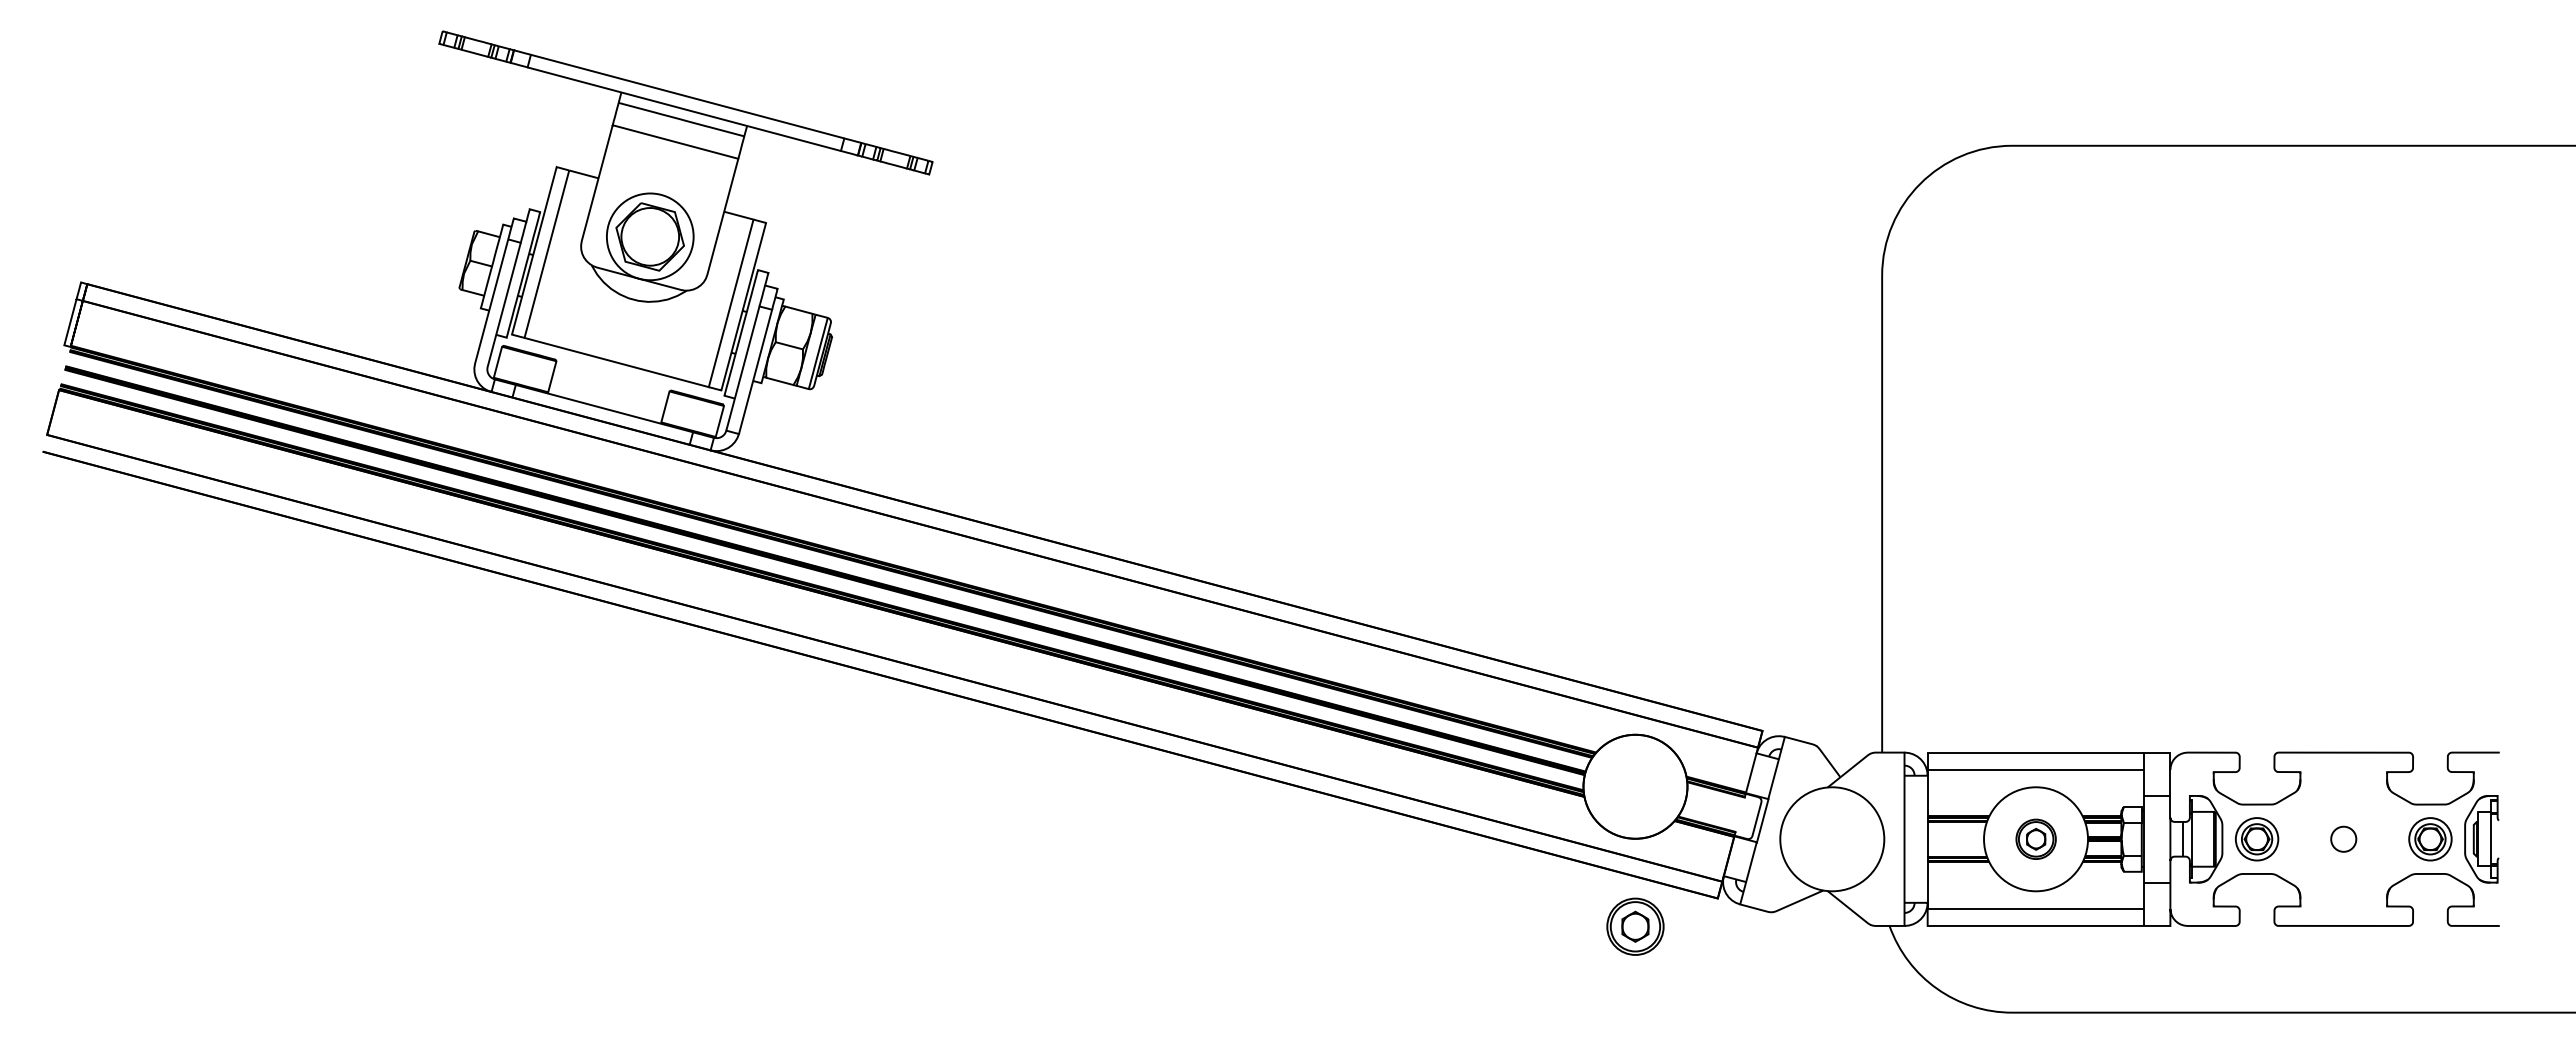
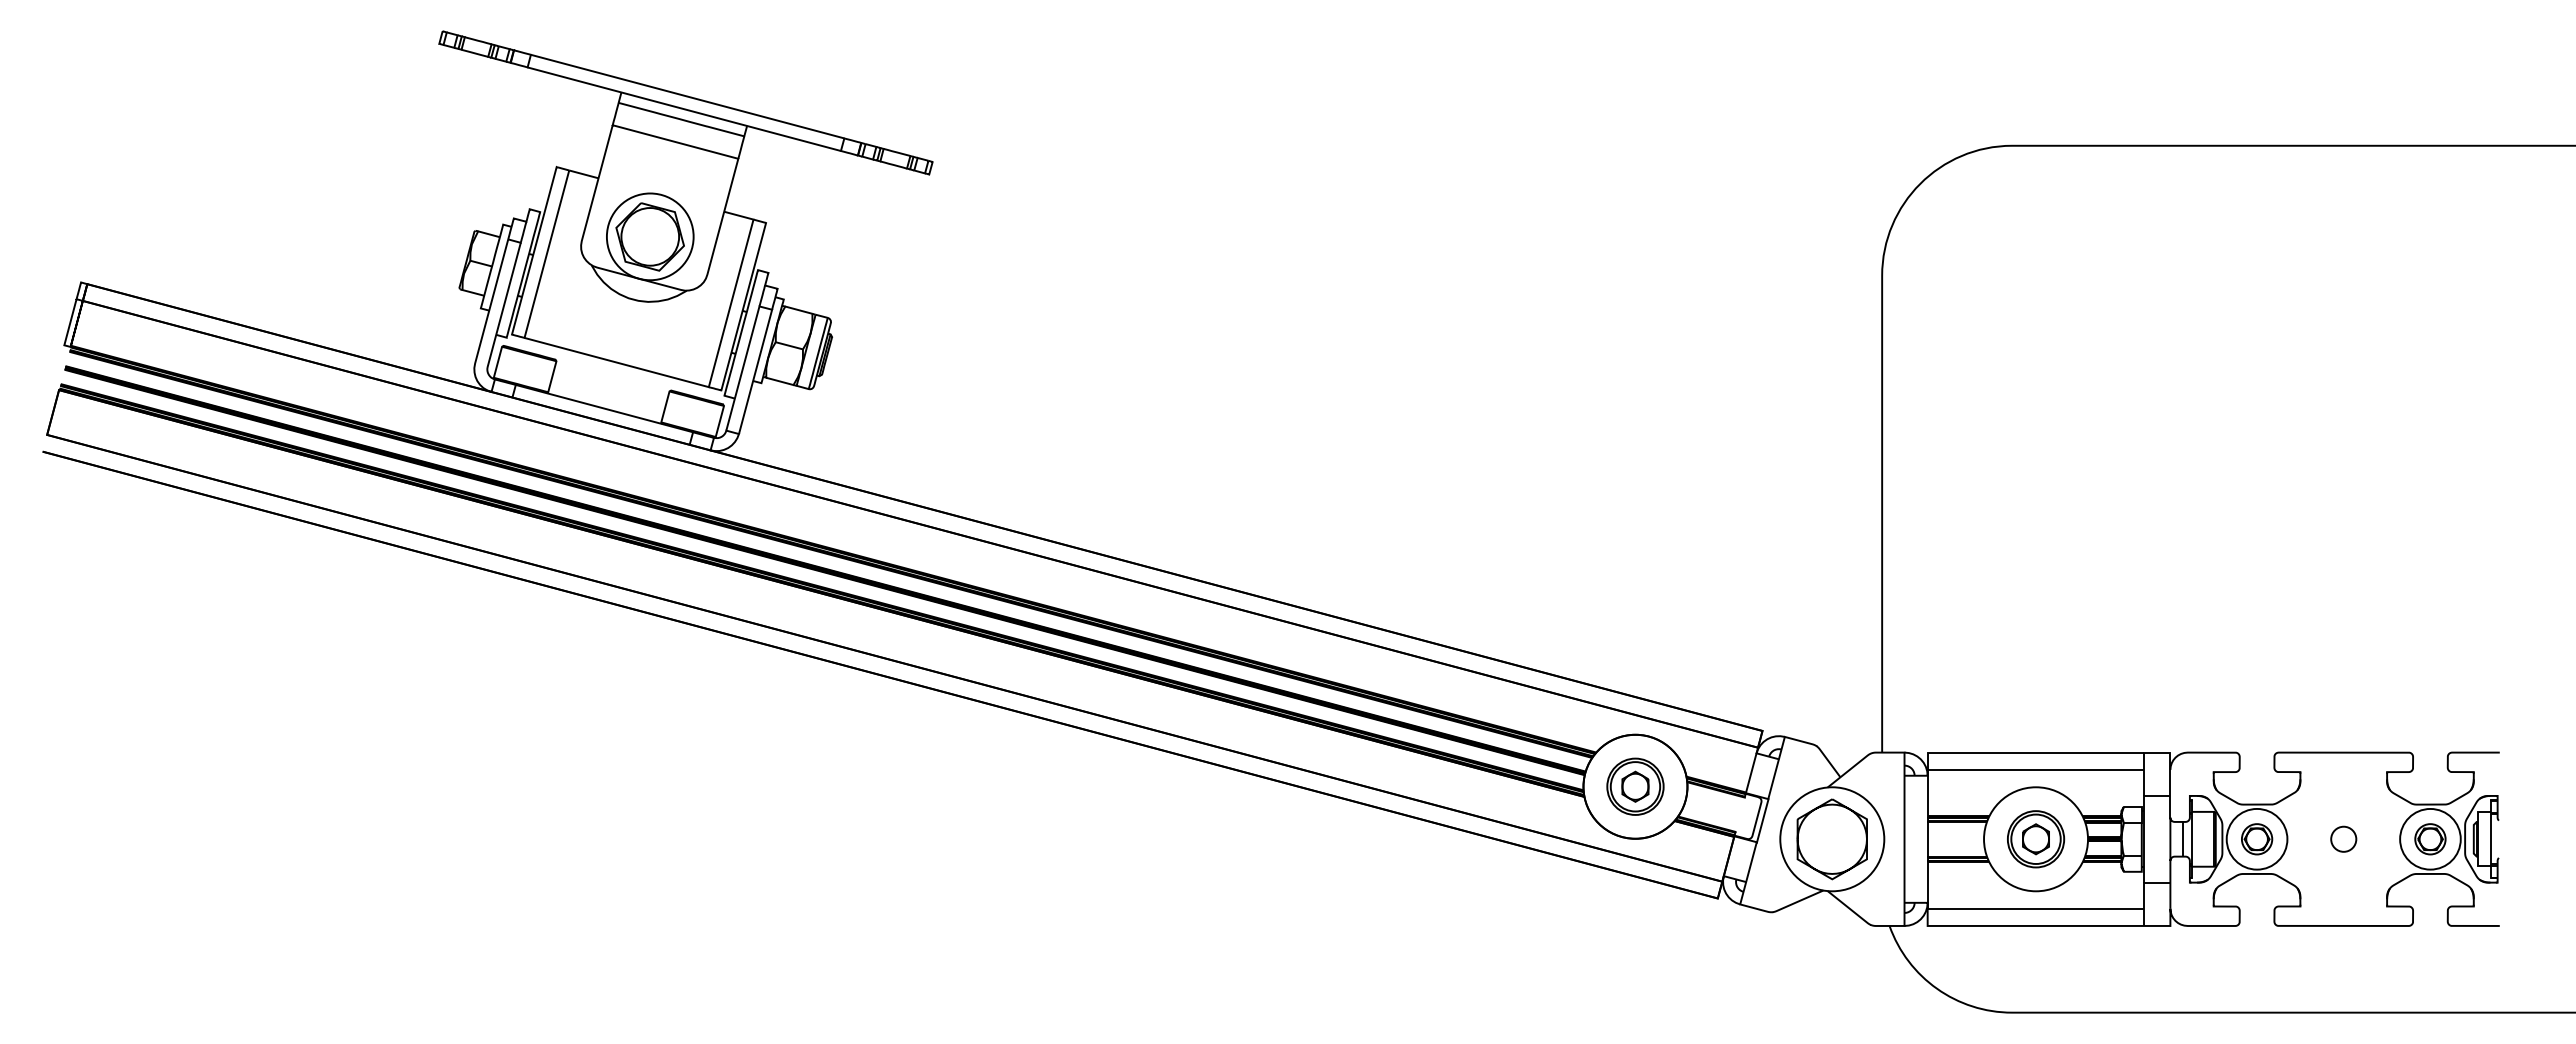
part at (2035, 838) size: 42x42 px -> 59x59 px
part at (1831, 839): none -> present
circle at (2256, 839) diameter: 42 px -> 61 px
circle at (2430, 839) diameter: 42 px -> 61 px
part at (1635, 926) position: (1635, 926) -> (1635, 786)
